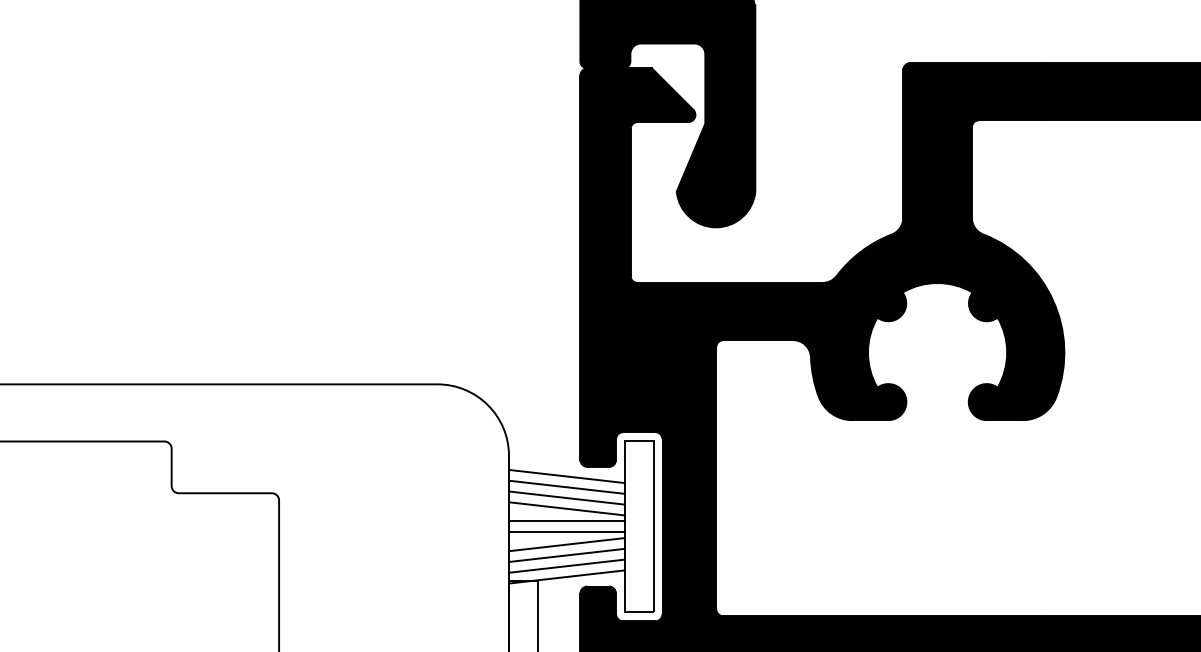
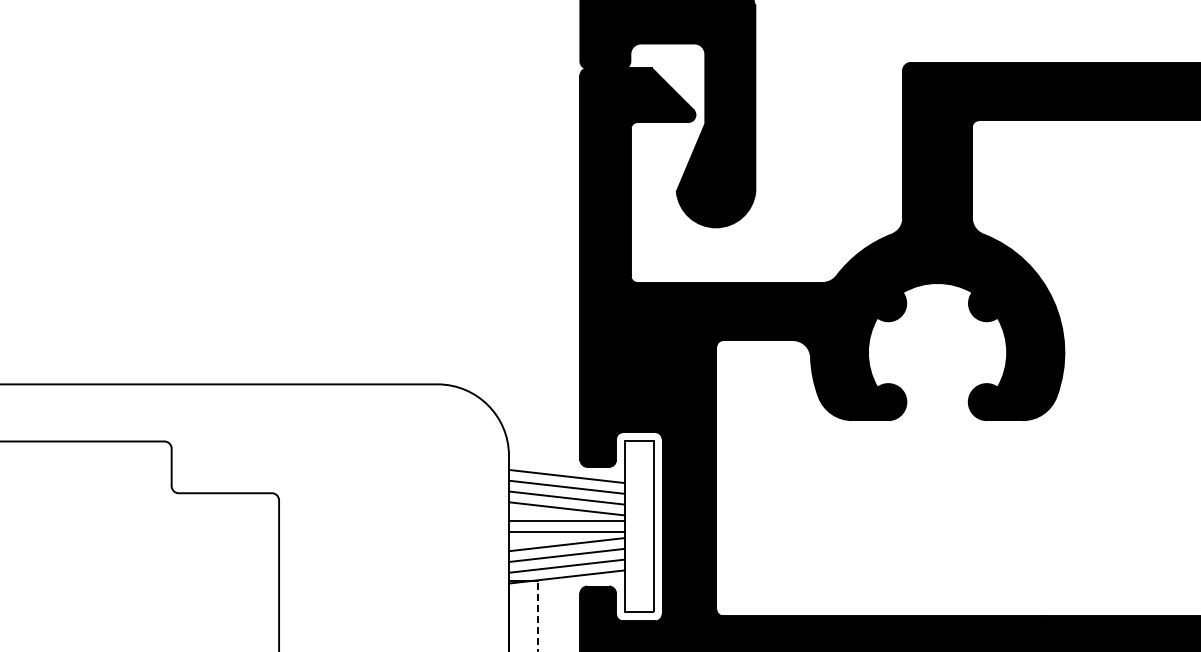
line at (537, 615): solid -> dashed
